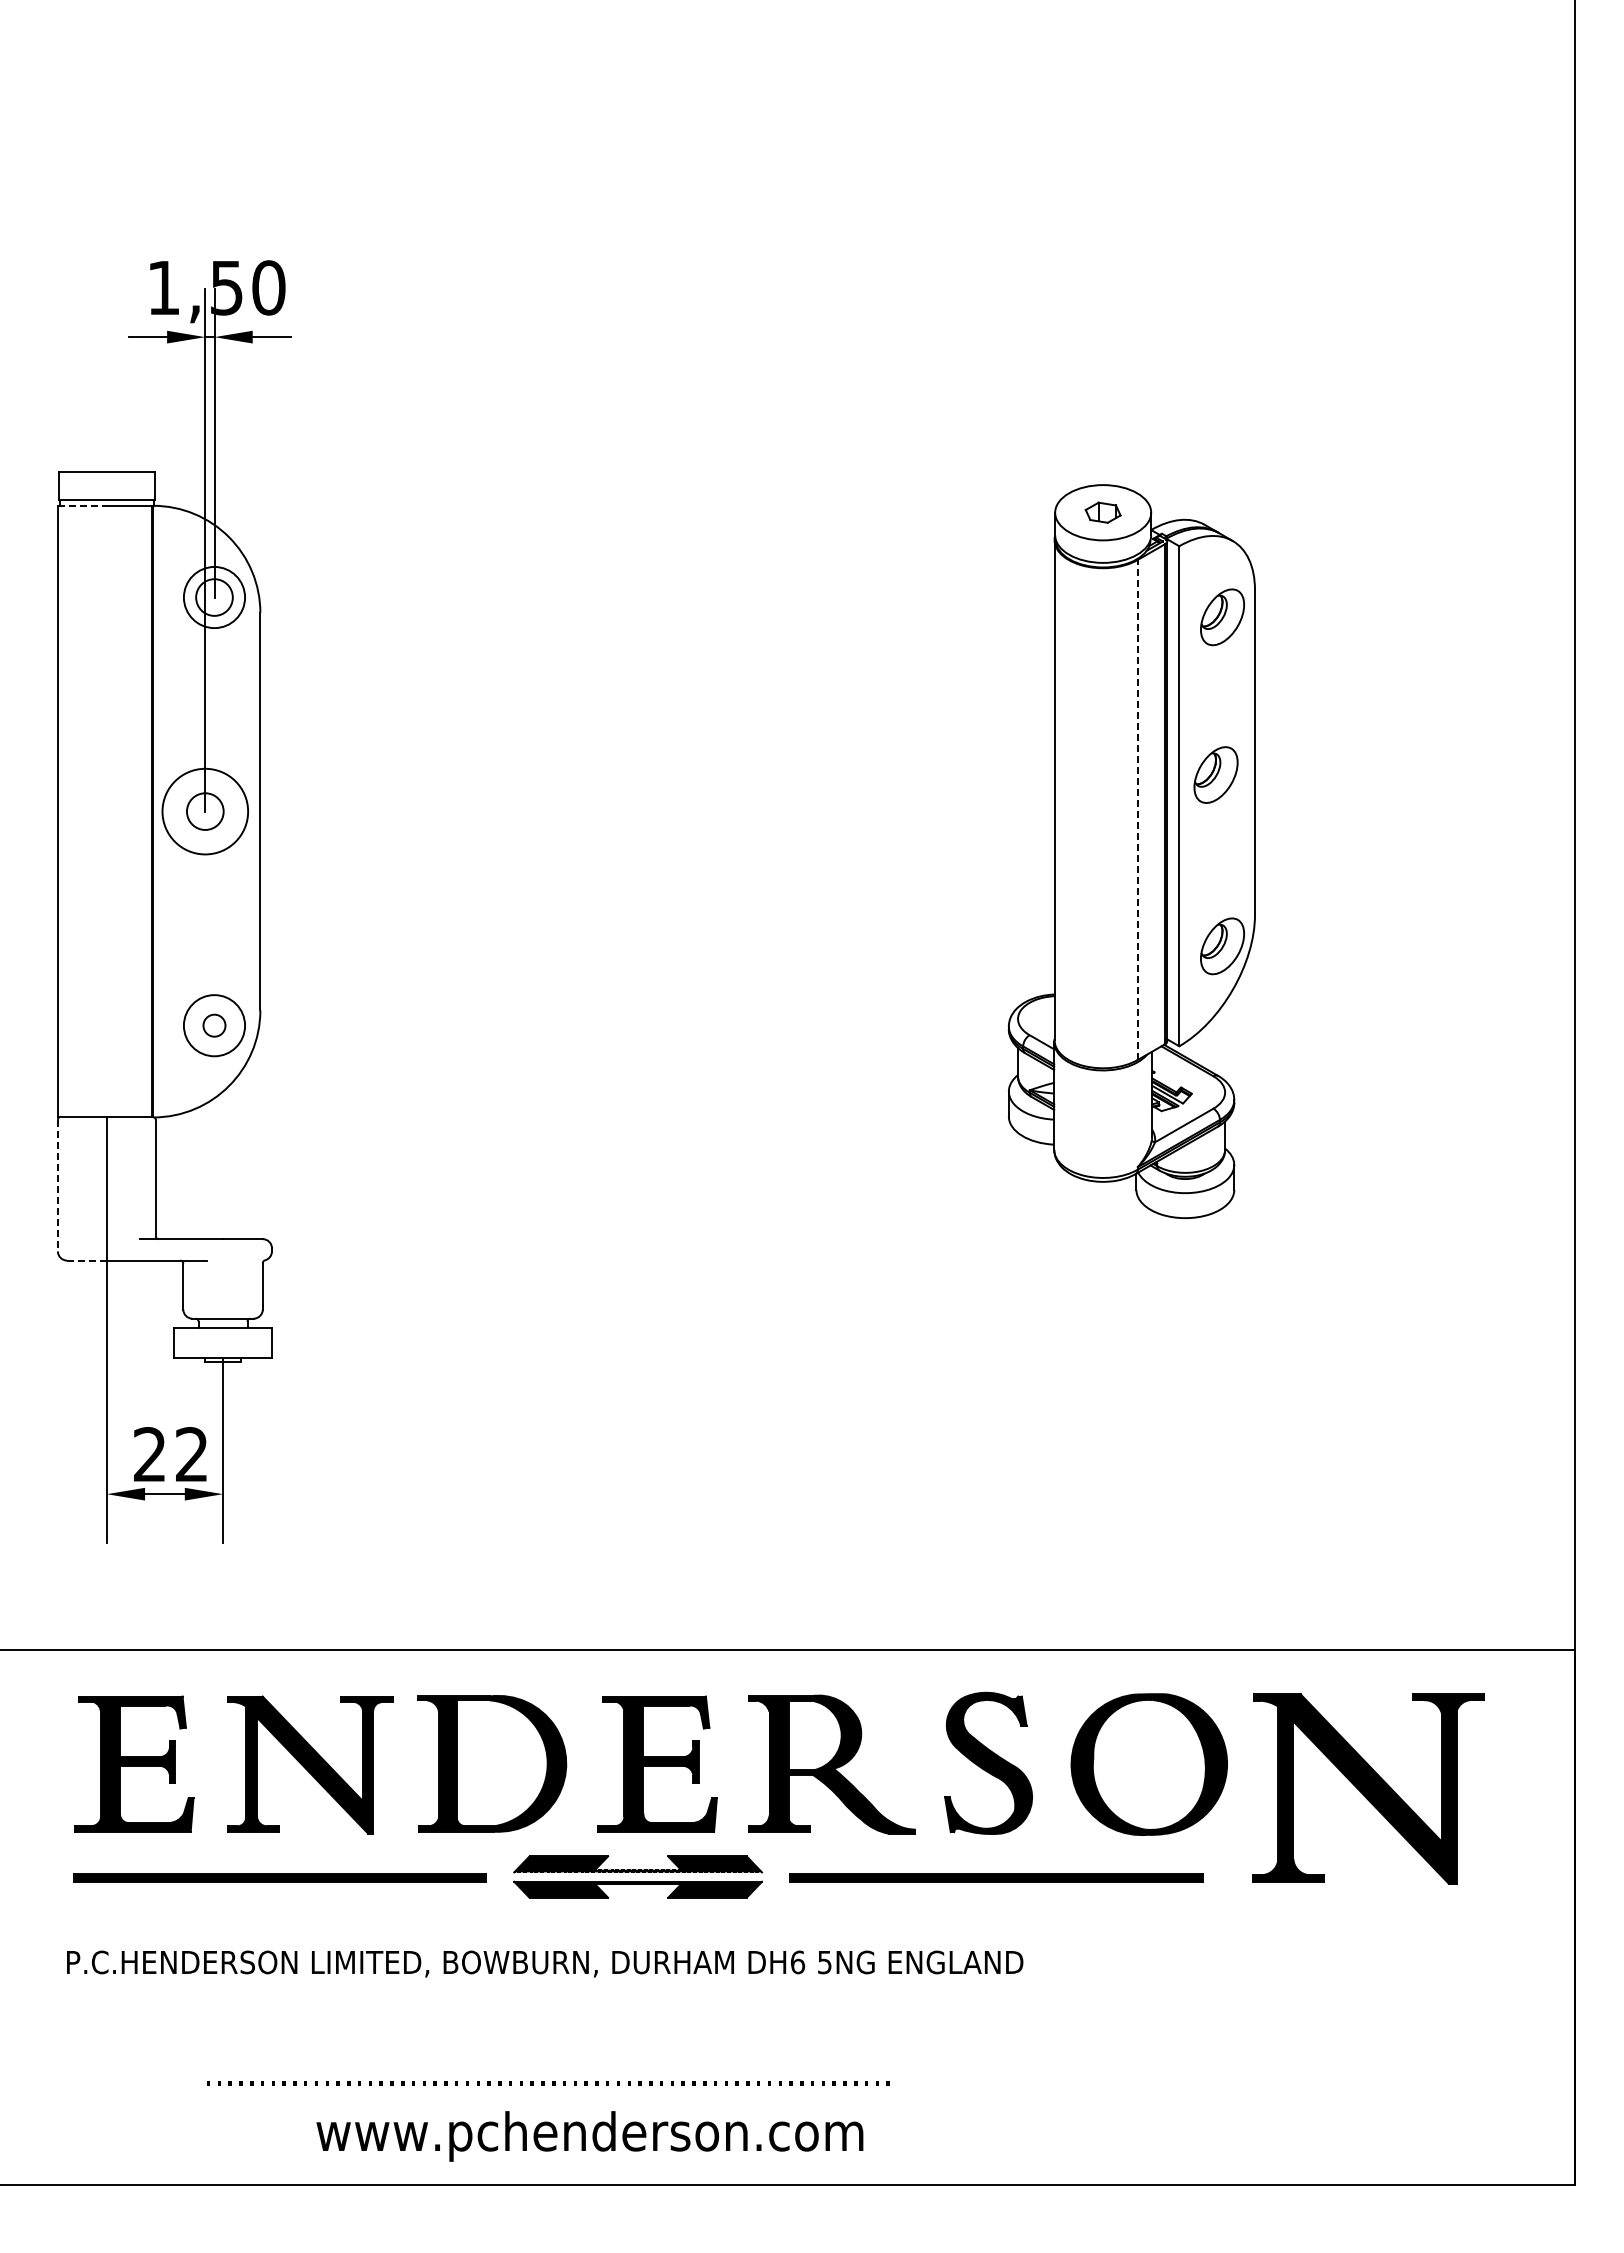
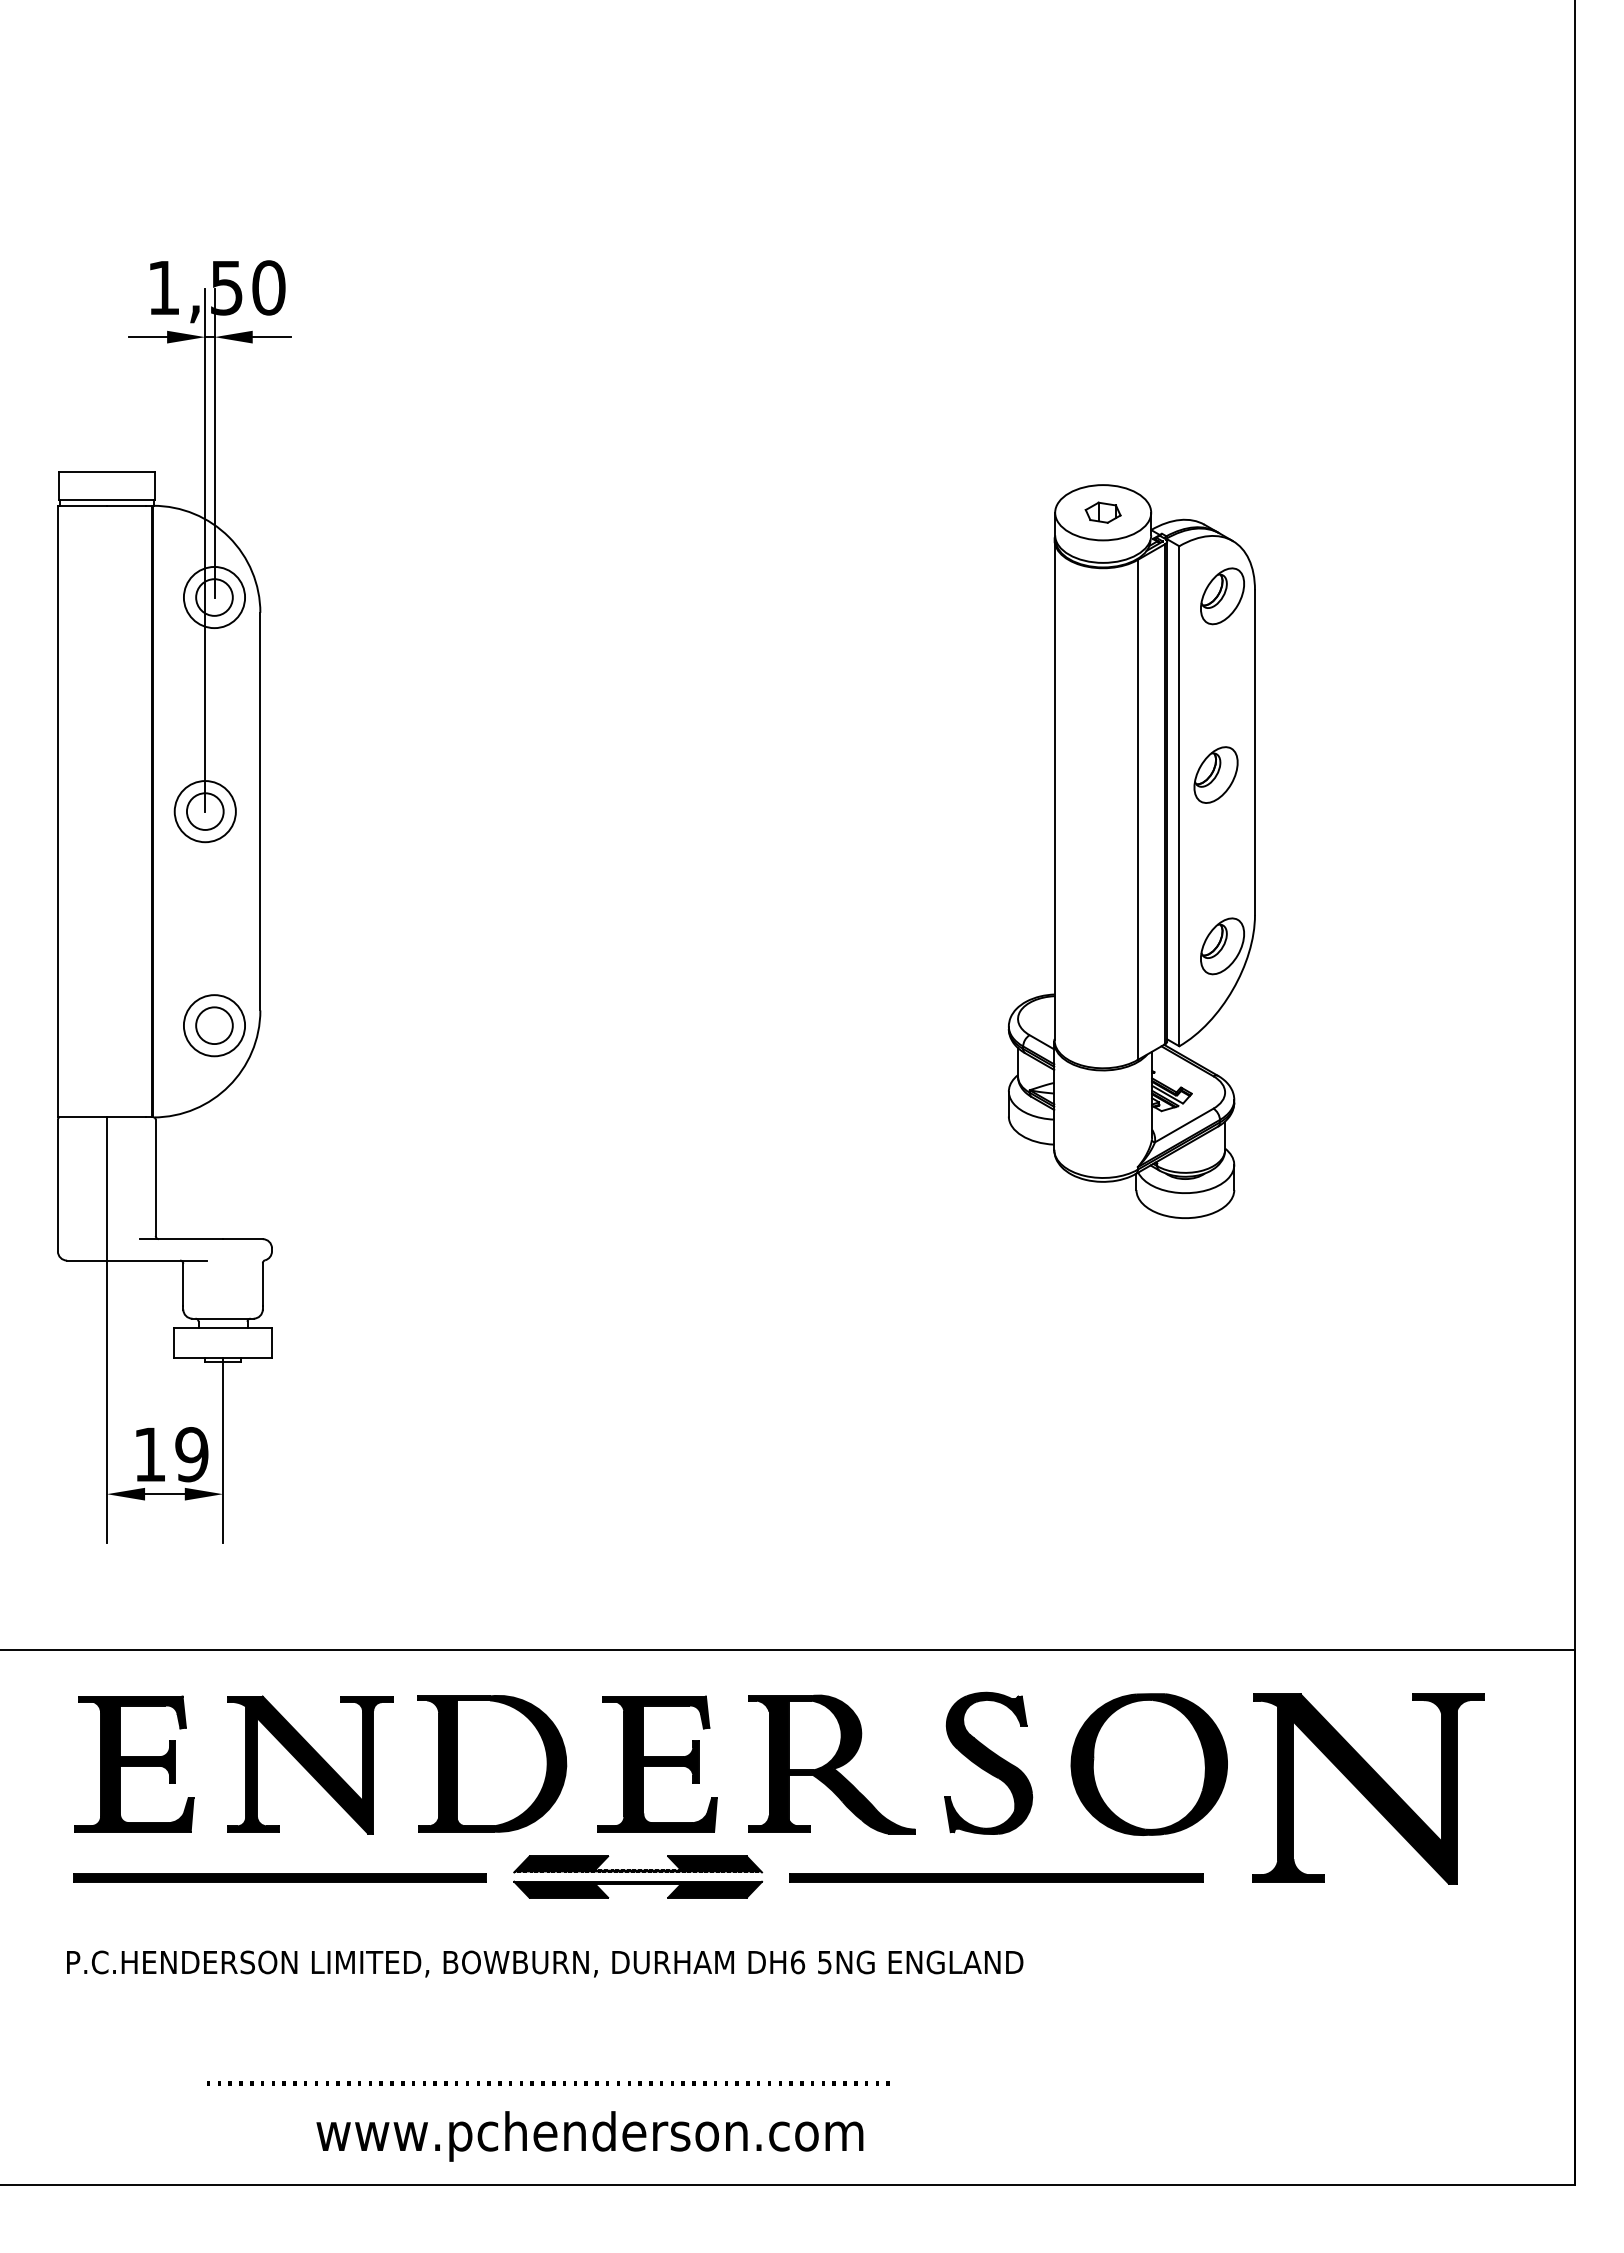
line at (83, 505): dashed -> solid
part at (1222, 617) position: (1222, 617) -> (1222, 596)
line at (1137, 809): dashed -> solid
circle at (205, 811) diameter: 86 px -> 61 px
circle at (214, 1025) diameter: 22 px -> 37 px
line at (57, 1185): dashed -> solid
line at (86, 1260): dashed -> solid
text at (171, 1454): 22 -> 19
